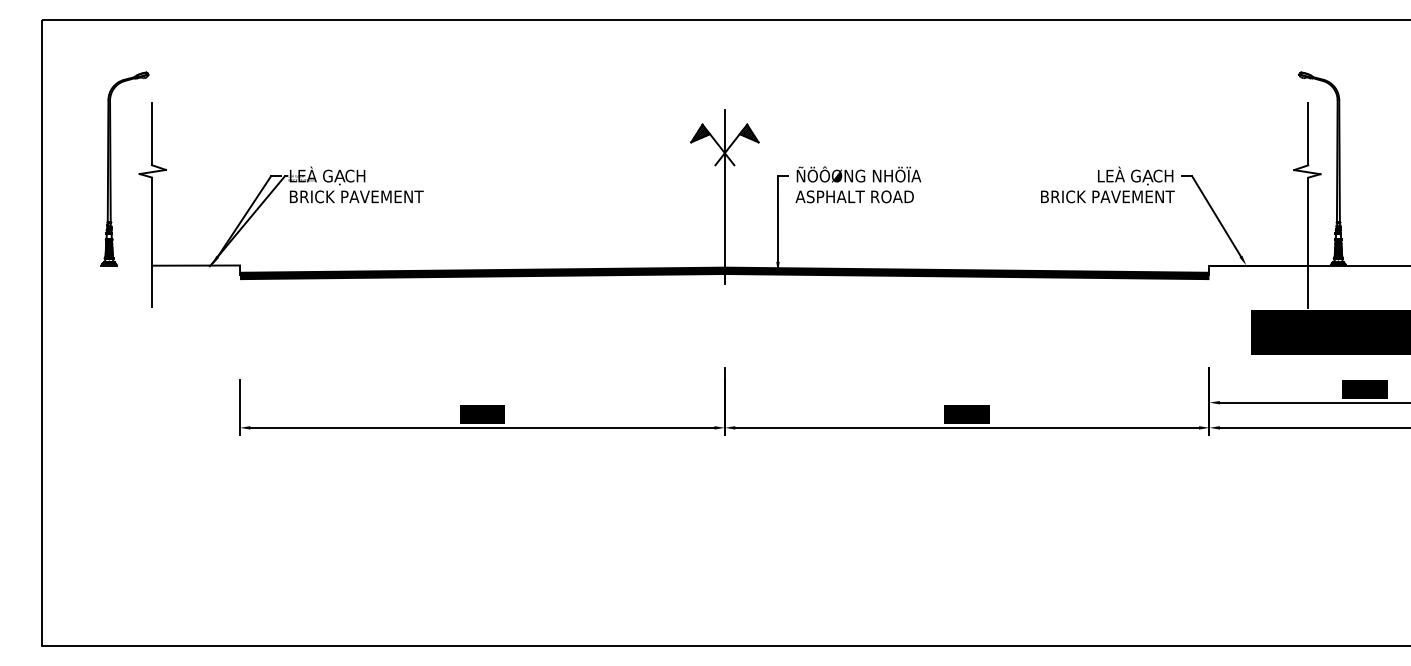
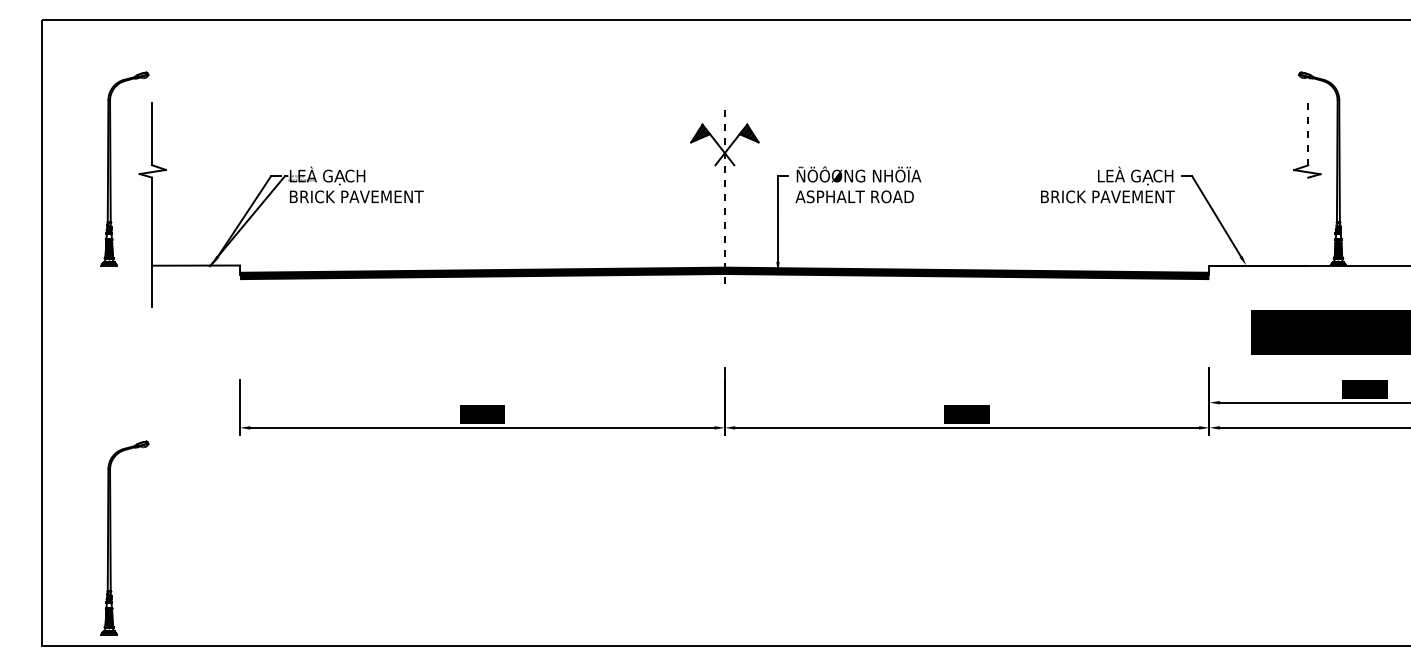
line at (1308, 134): solid -> dashed
line at (724, 196): solid -> dashed
line at (1308, 242): present -> none
part at (111, 537): none -> present
